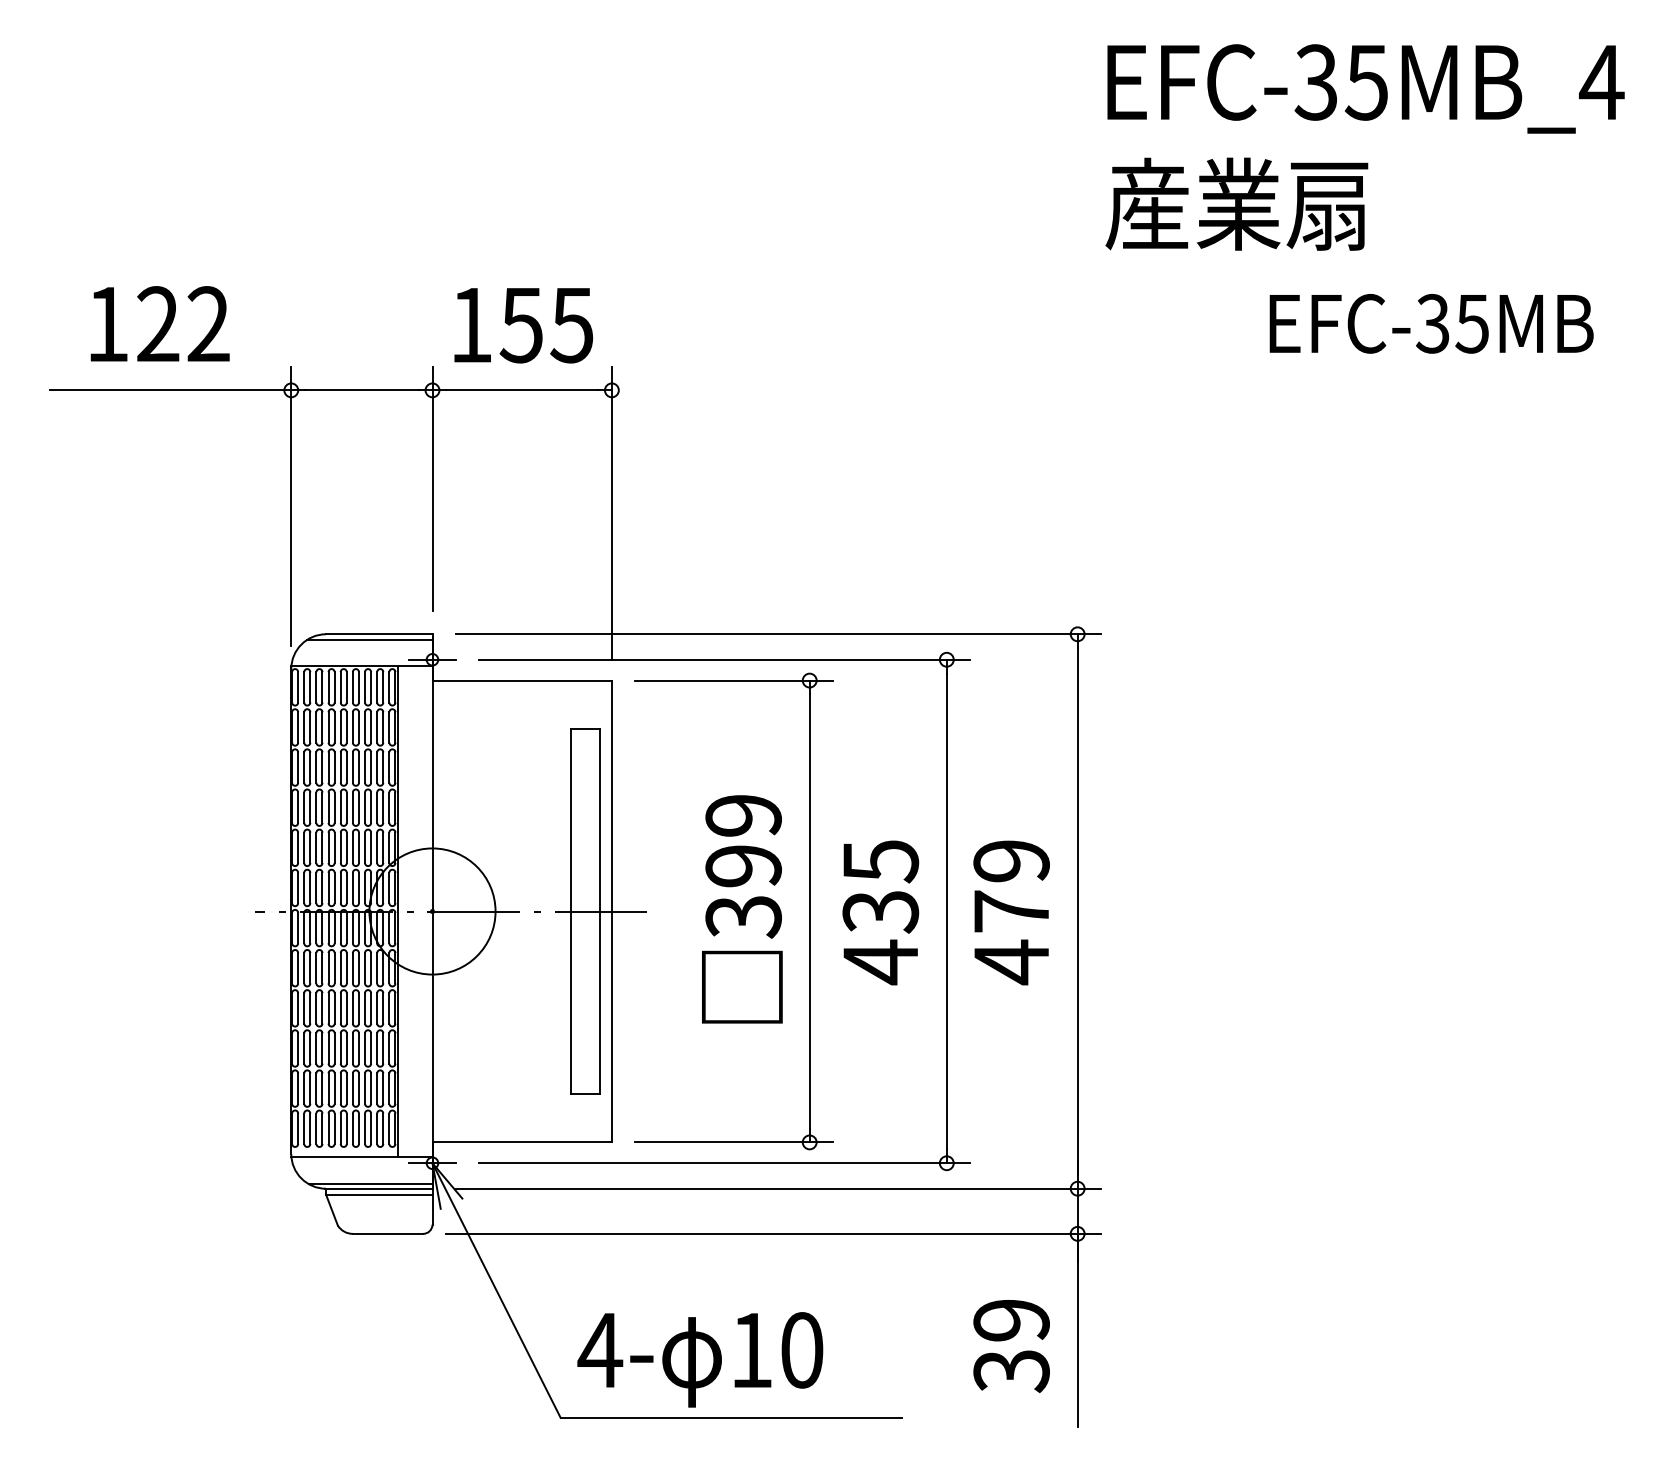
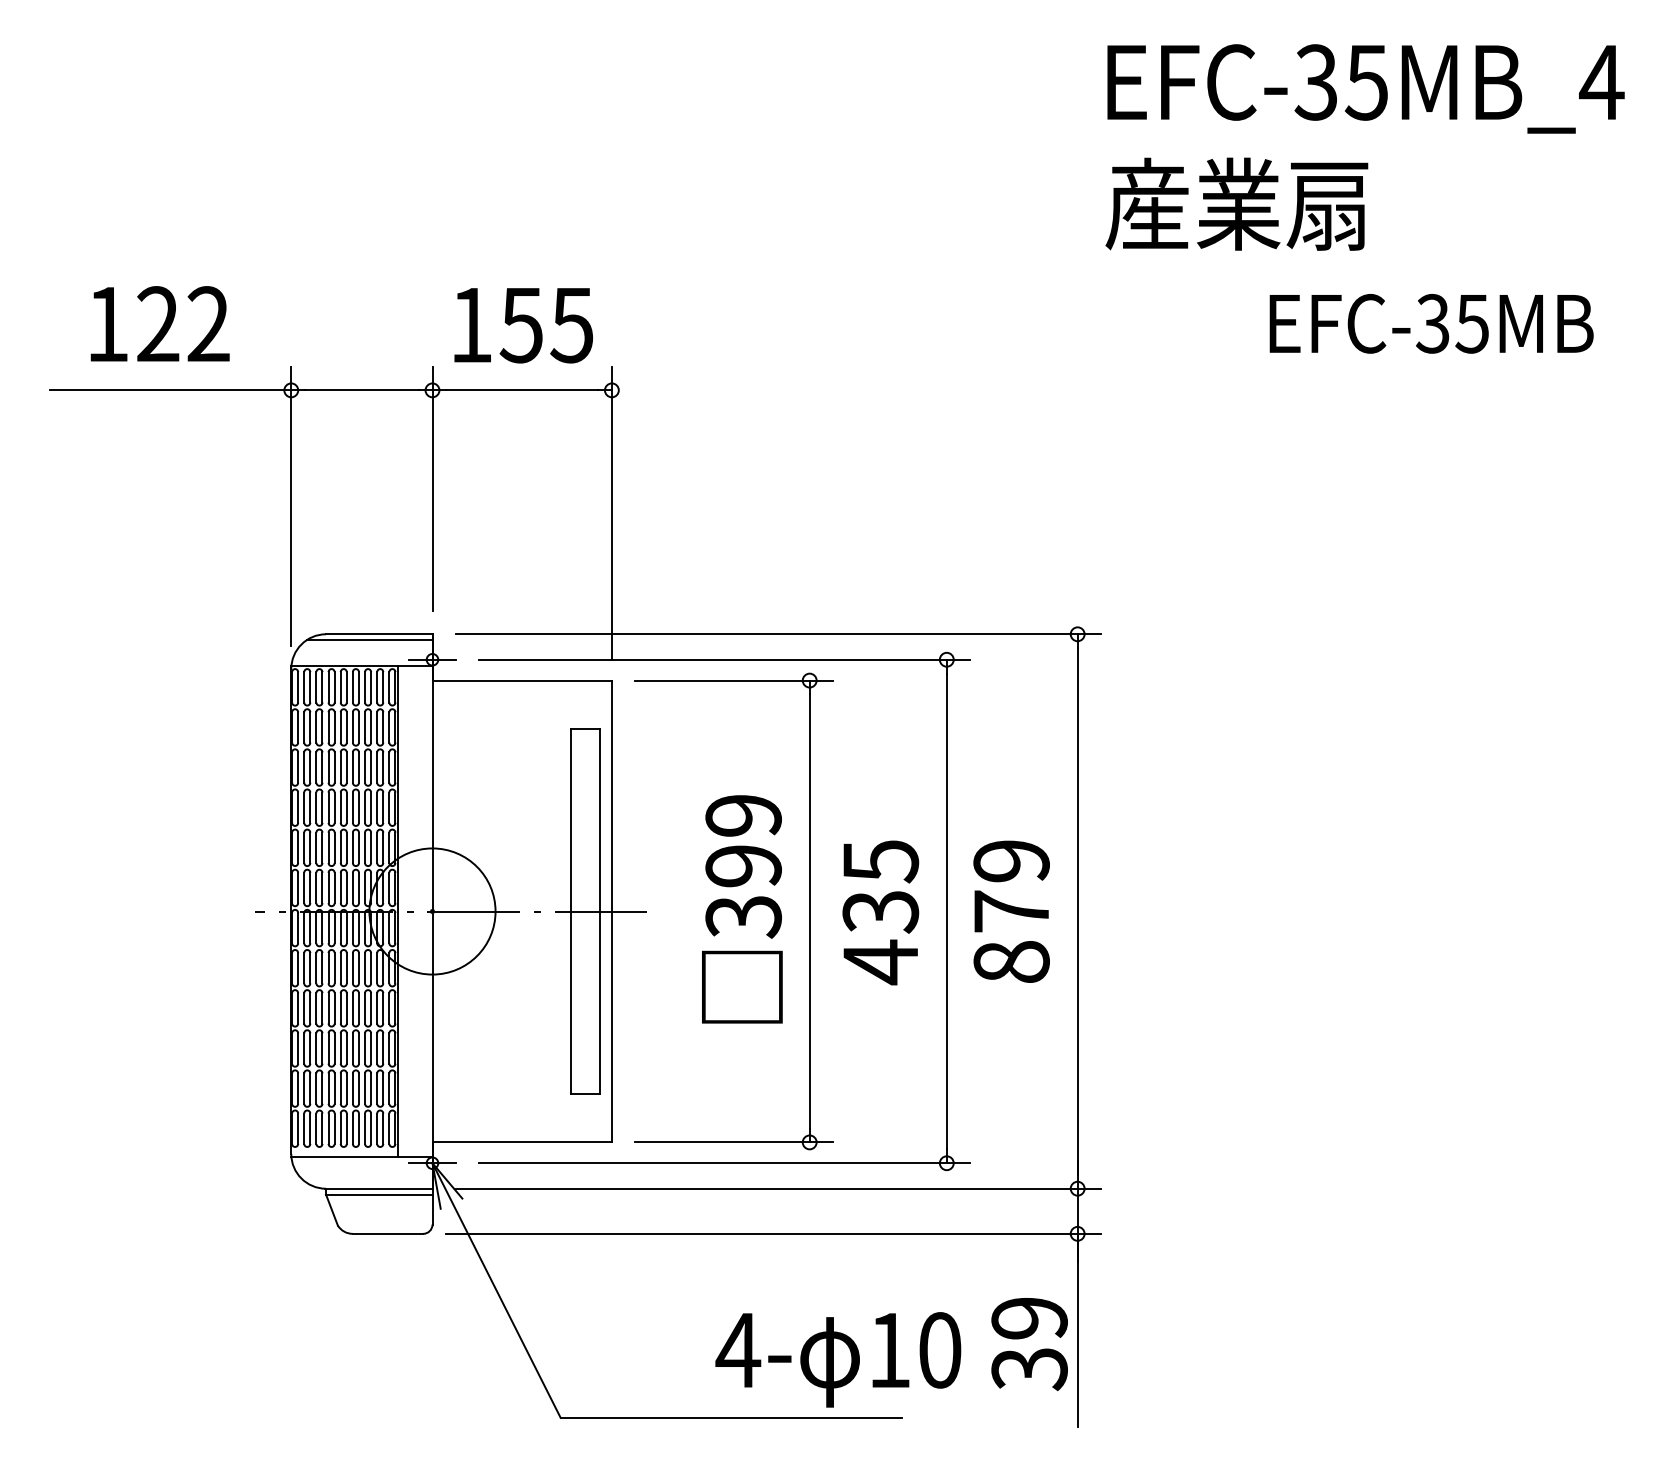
text at (1011, 962): 479 -> 879
line at (370, 1184): present -> none
text at (1011, 1346) position: (1011, 1346) -> (1029, 1344)
text at (700, 1359) position: (700, 1359) -> (838, 1359)
